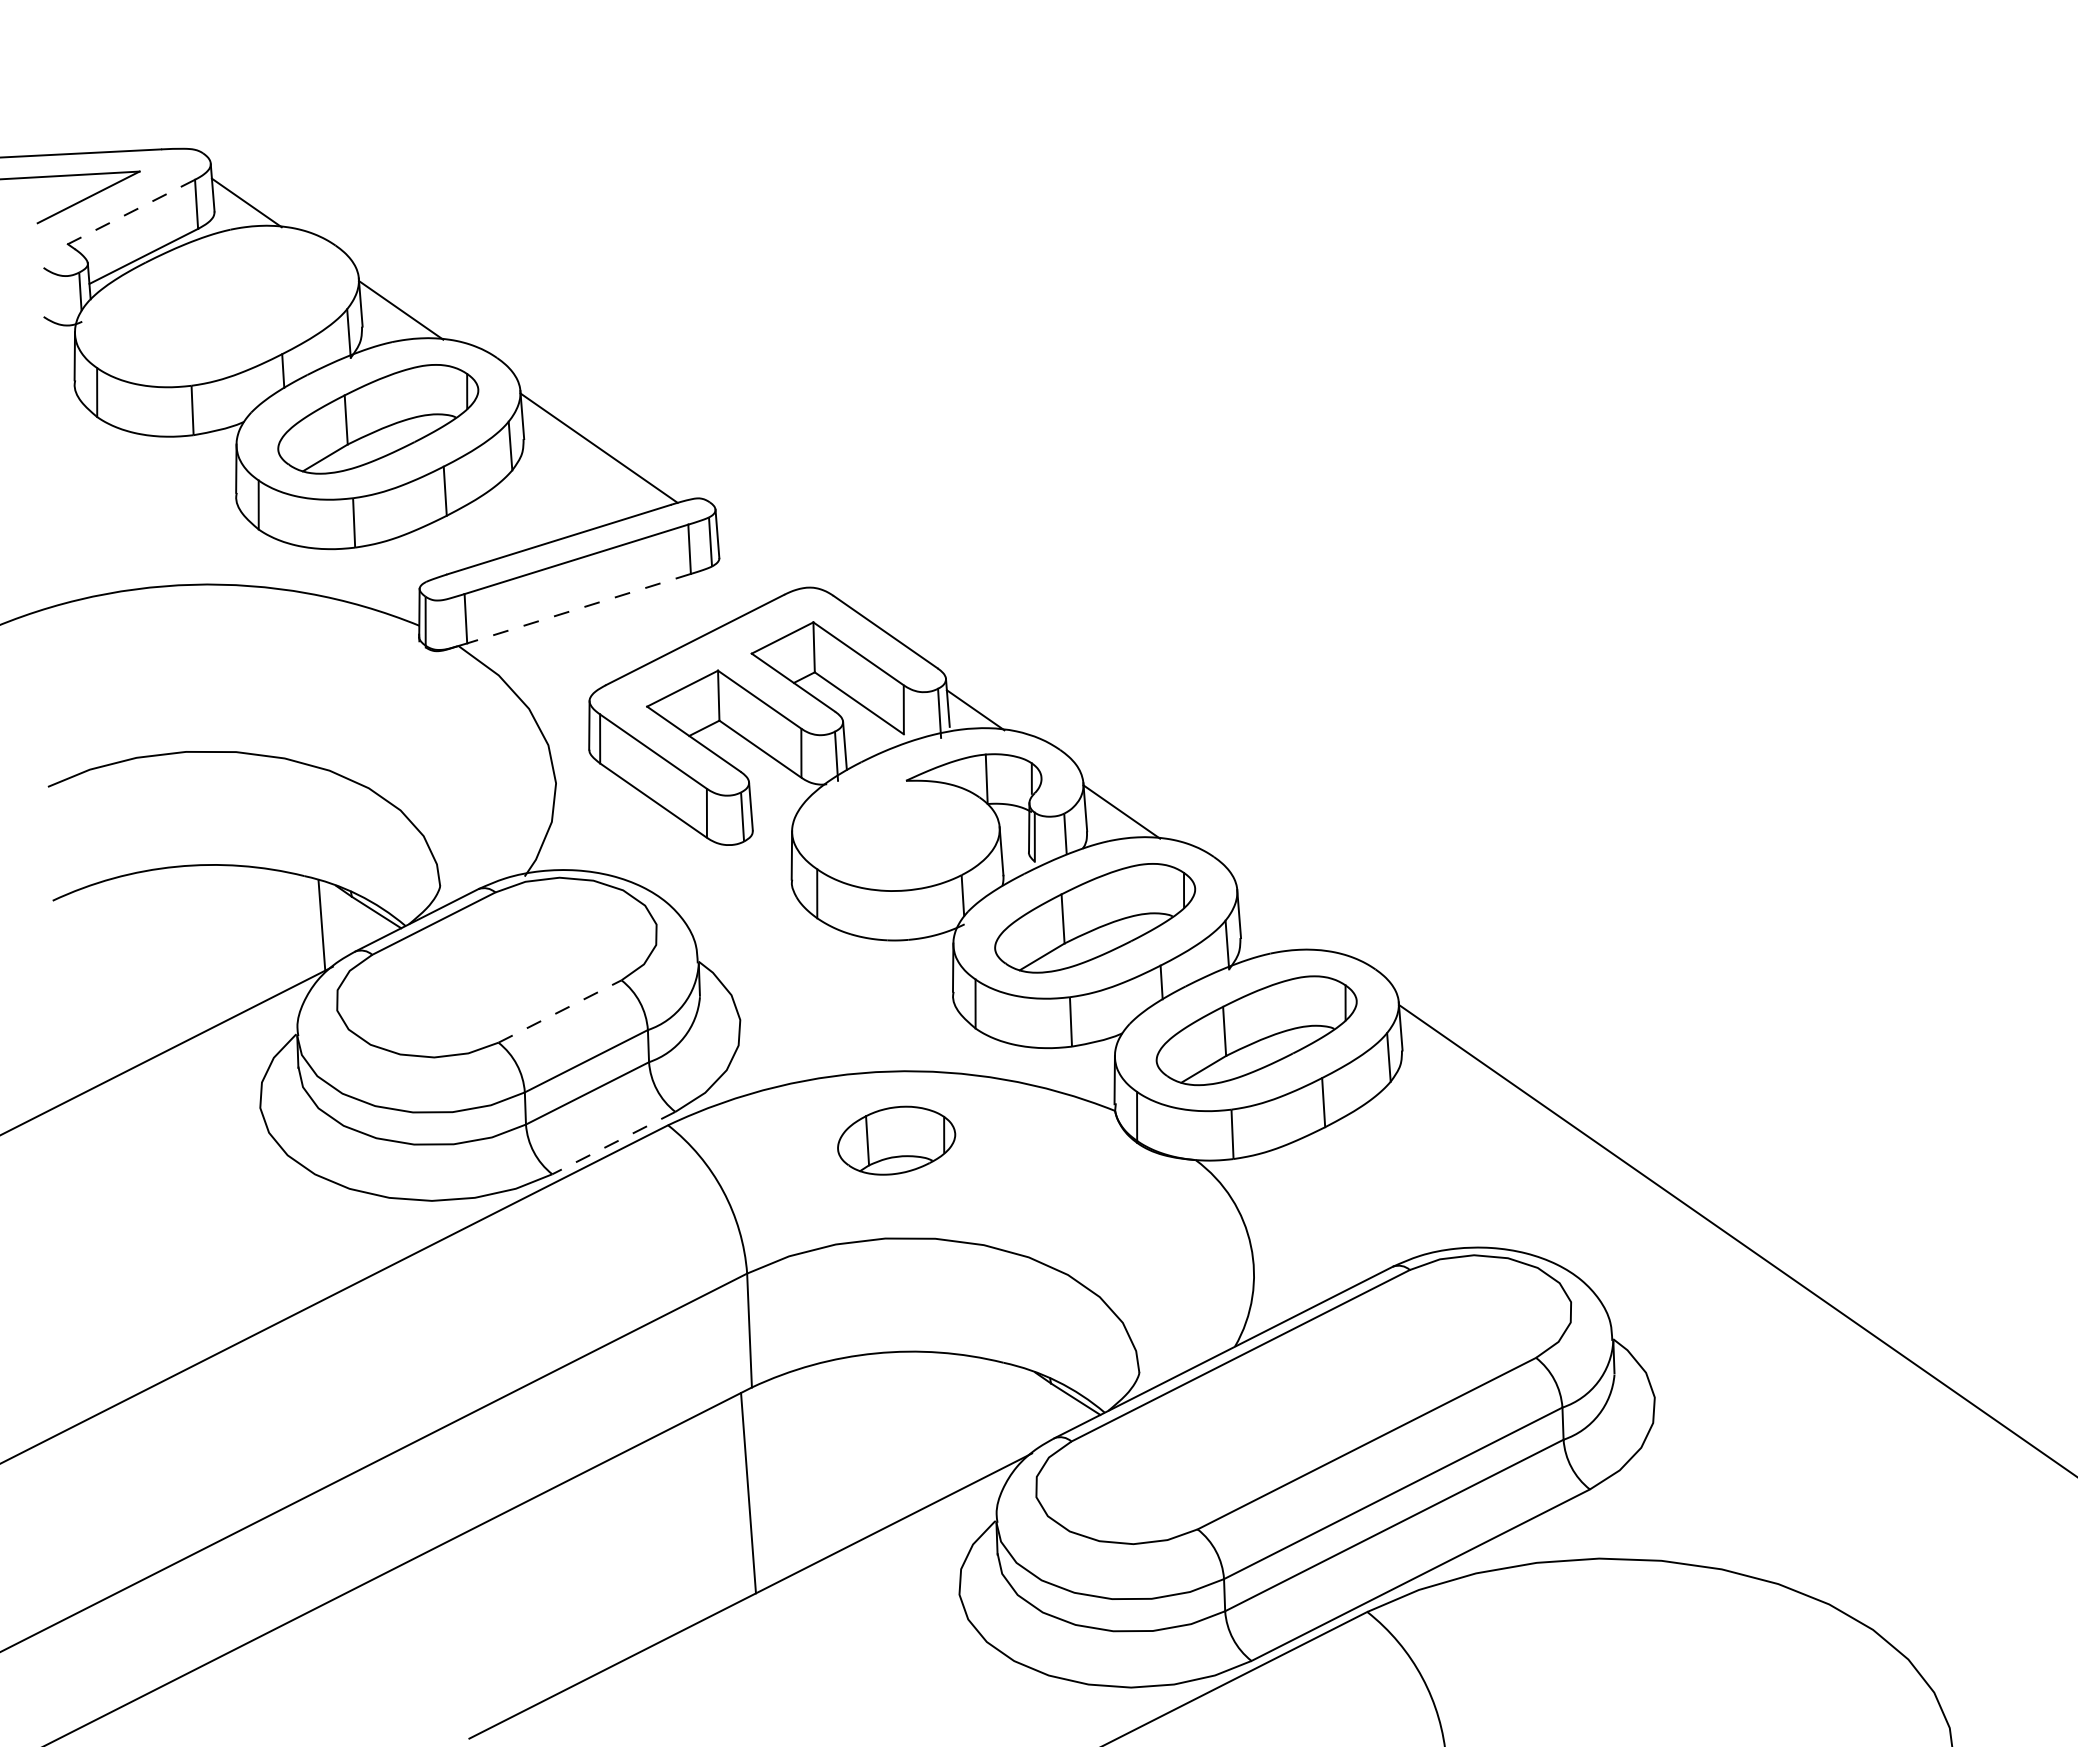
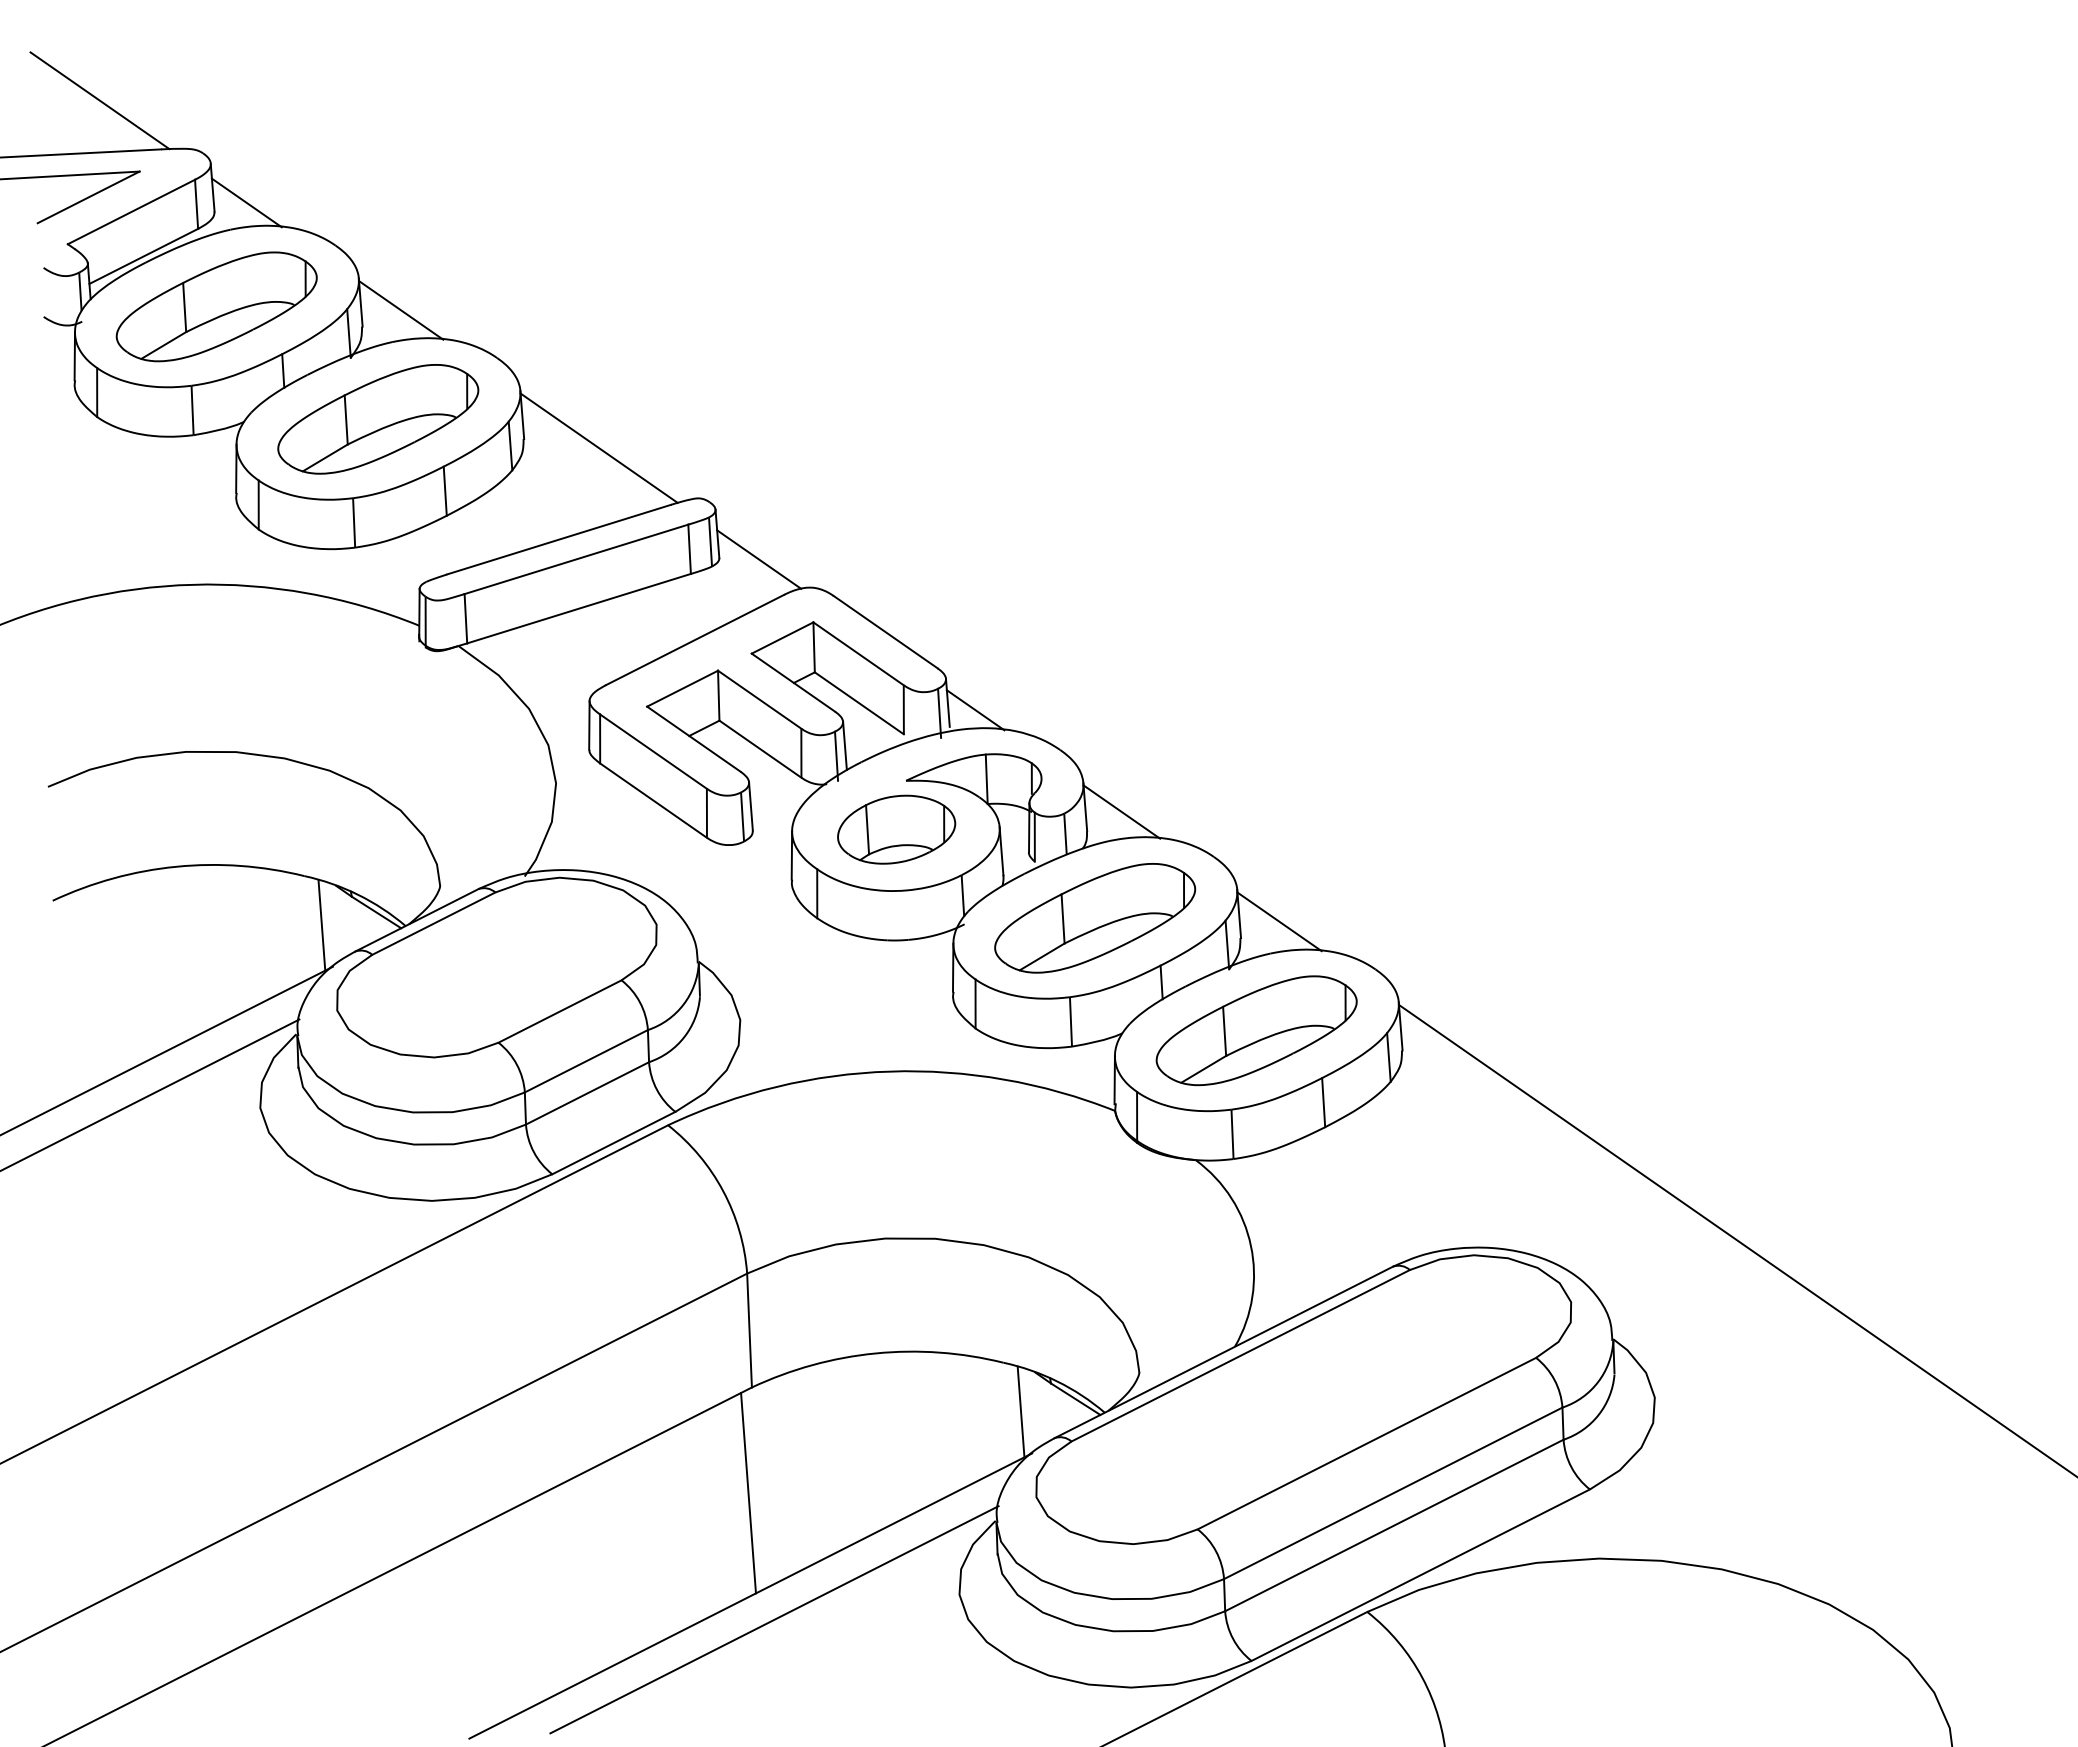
line at (99, 100): none -> present
line at (131, 212): dashed -> solid
part at (216, 306): none -> present
line at (759, 559): none -> present
line at (578, 608): dashed -> solid
line at (1279, 921): none -> present
line at (560, 1011): dashed -> solid
line at (150, 1094): none -> present
part at (896, 1140) position: (896, 1140) -> (896, 829)
line at (613, 1143): dashed -> solid
line at (1020, 1411): none -> present
line at (774, 1619): none -> present
